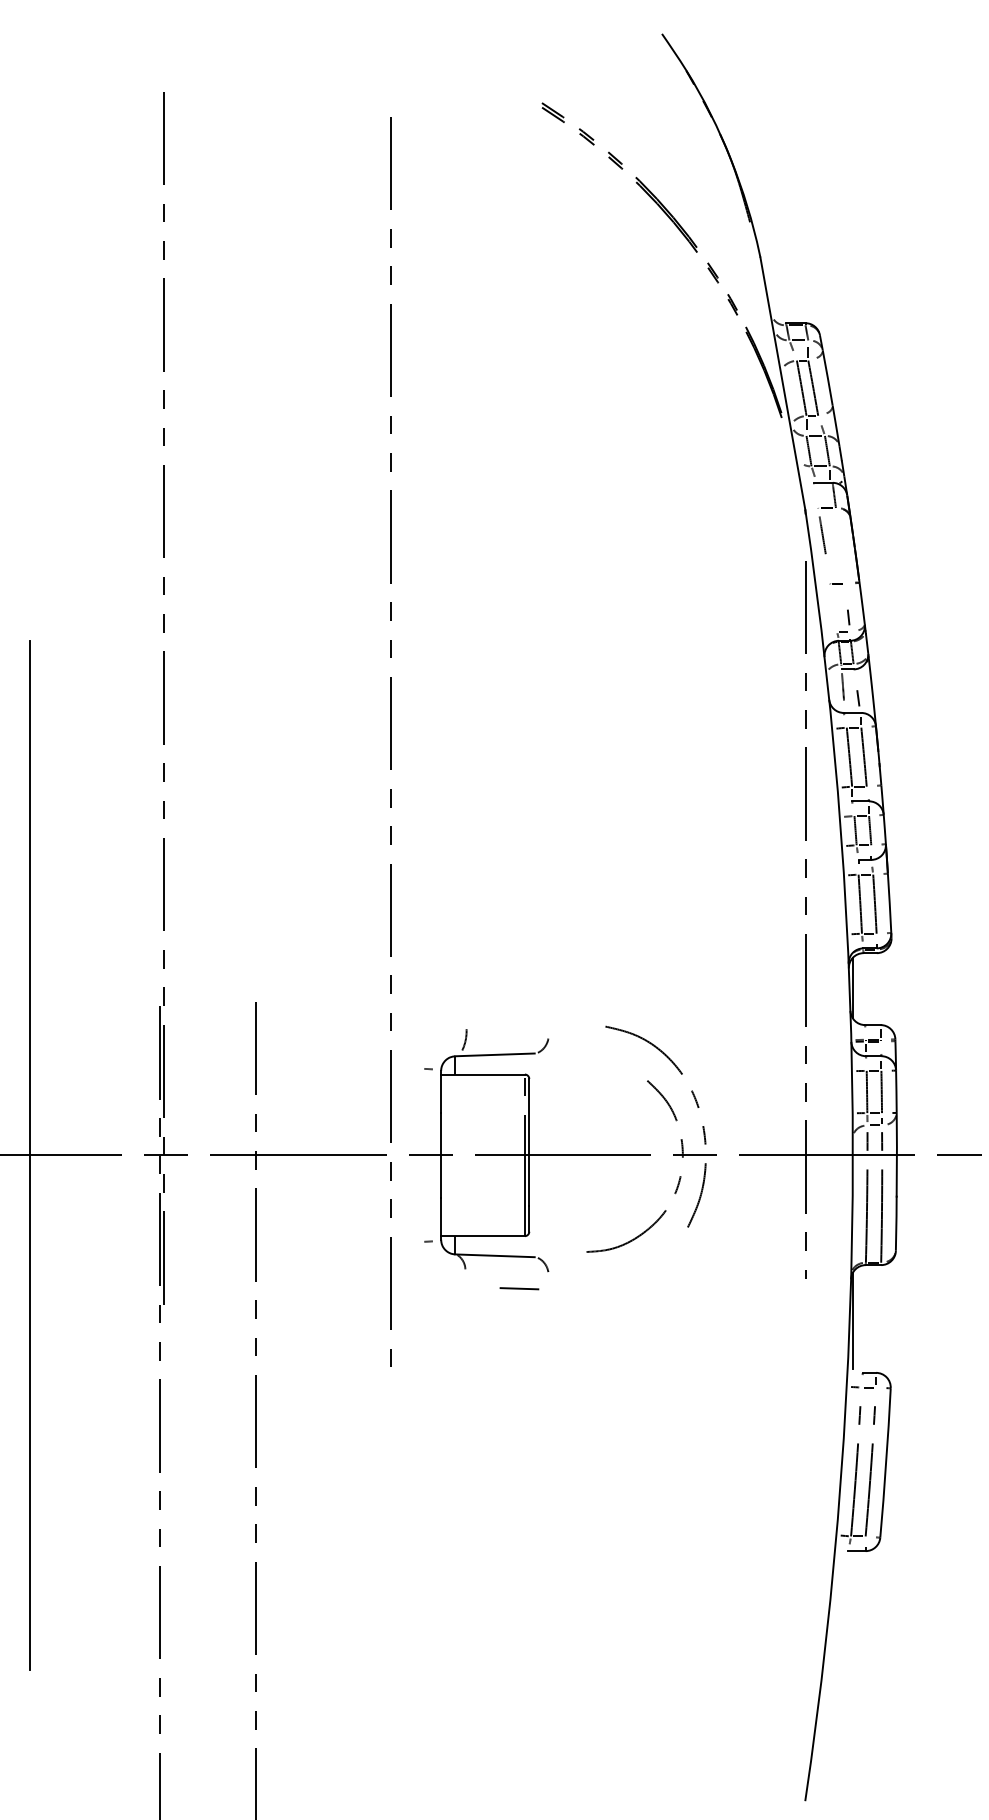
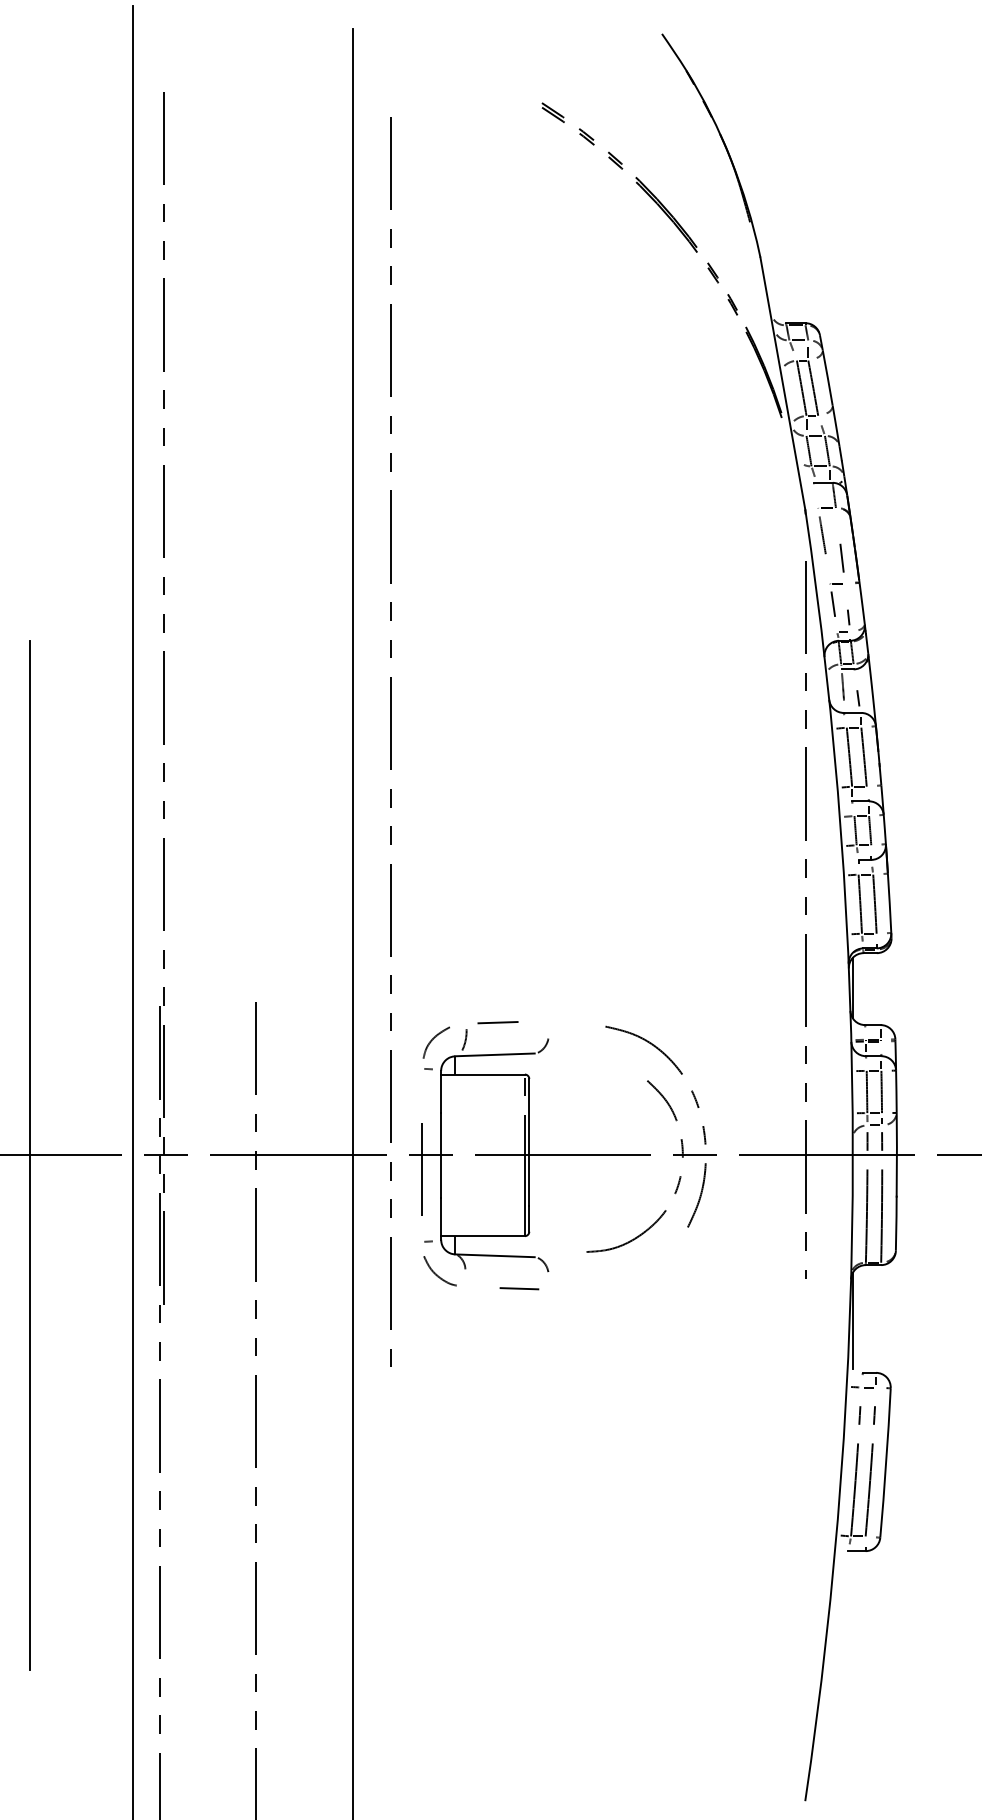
line at (841, 557): none -> present
line at (833, 603): none -> present
line at (132, 911): none -> present
line at (352, 922): none -> present
line at (497, 1022): none -> present
curve at (432, 1041): none -> present
line at (421, 1163): none -> present
curve at (436, 1273): none -> present
